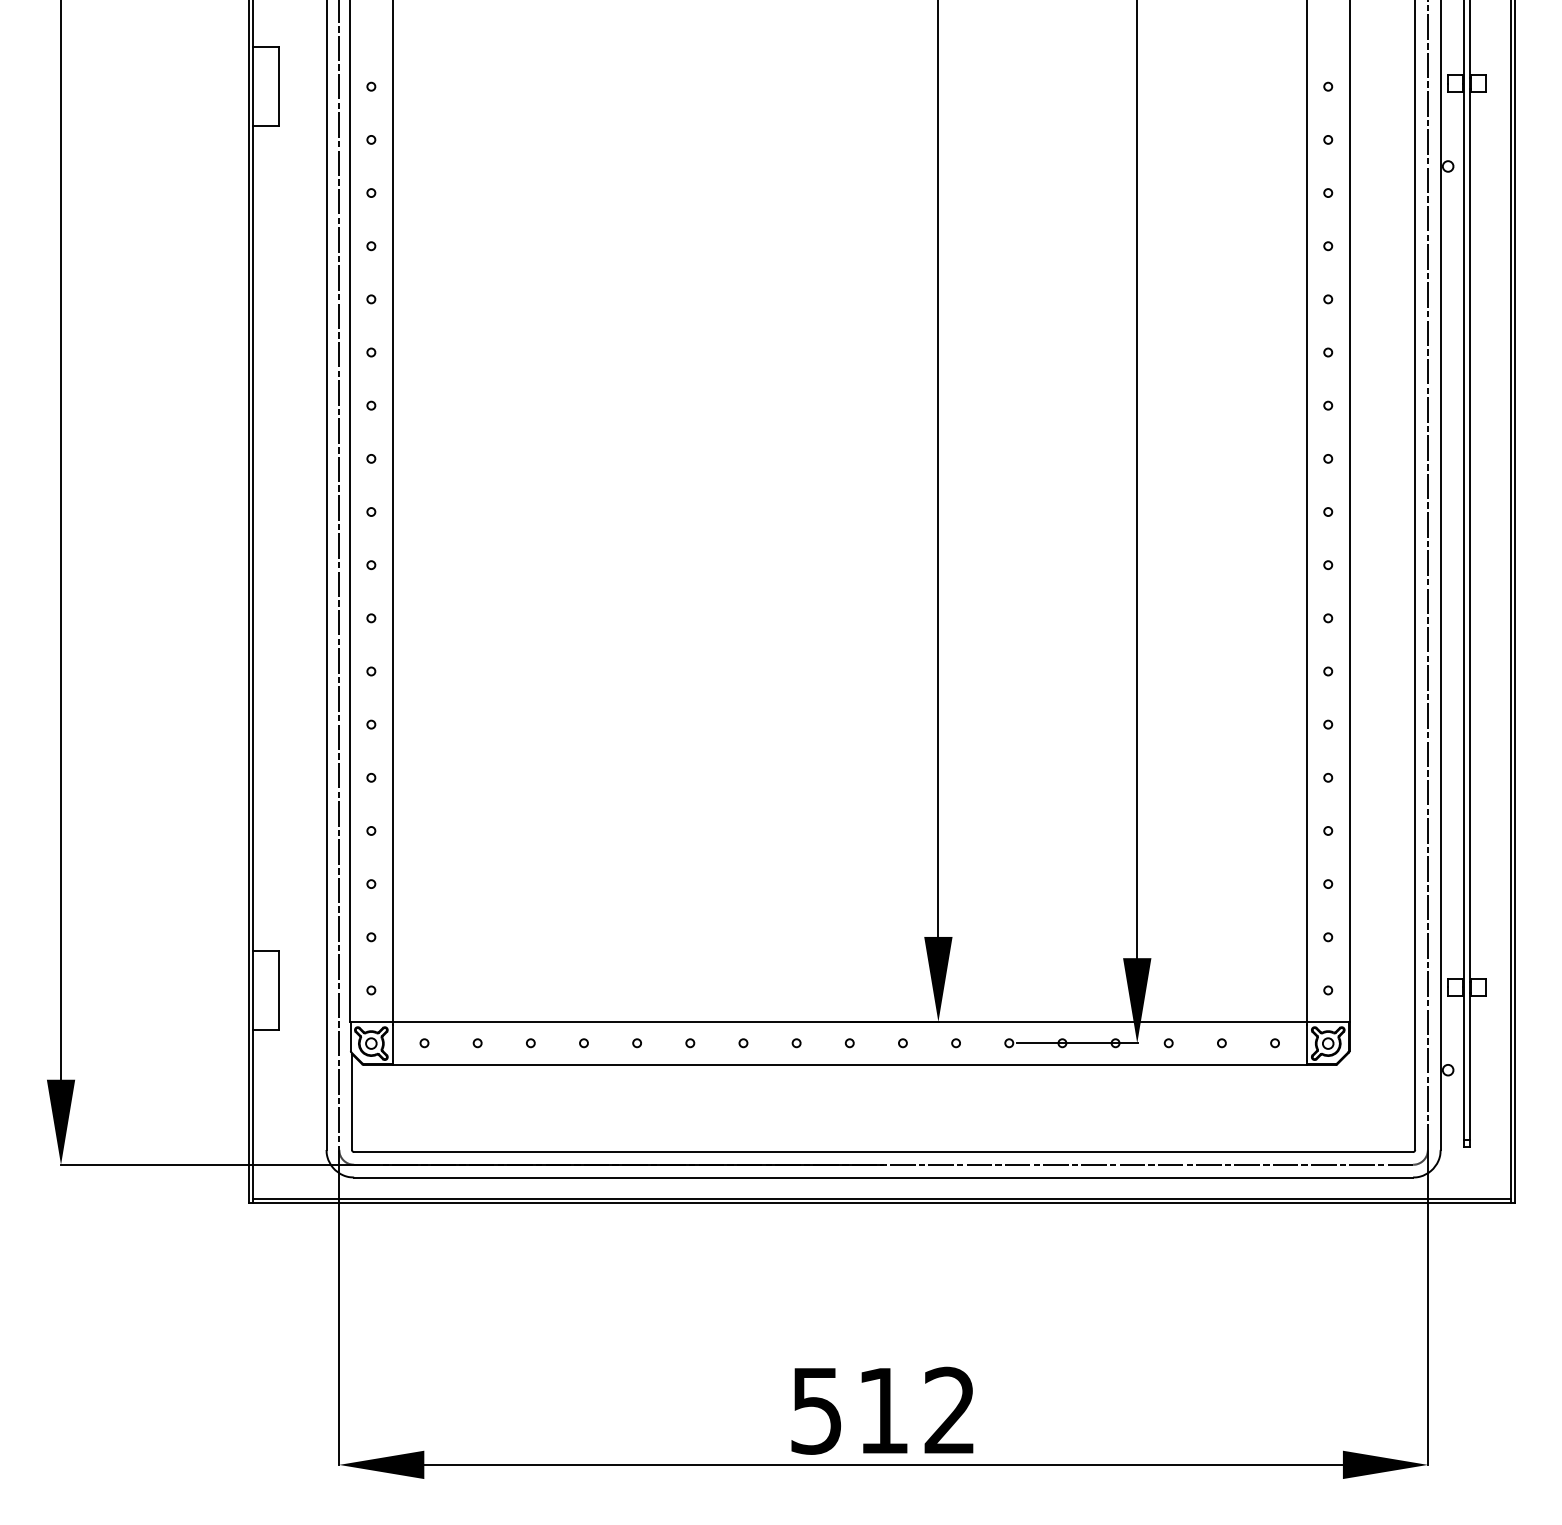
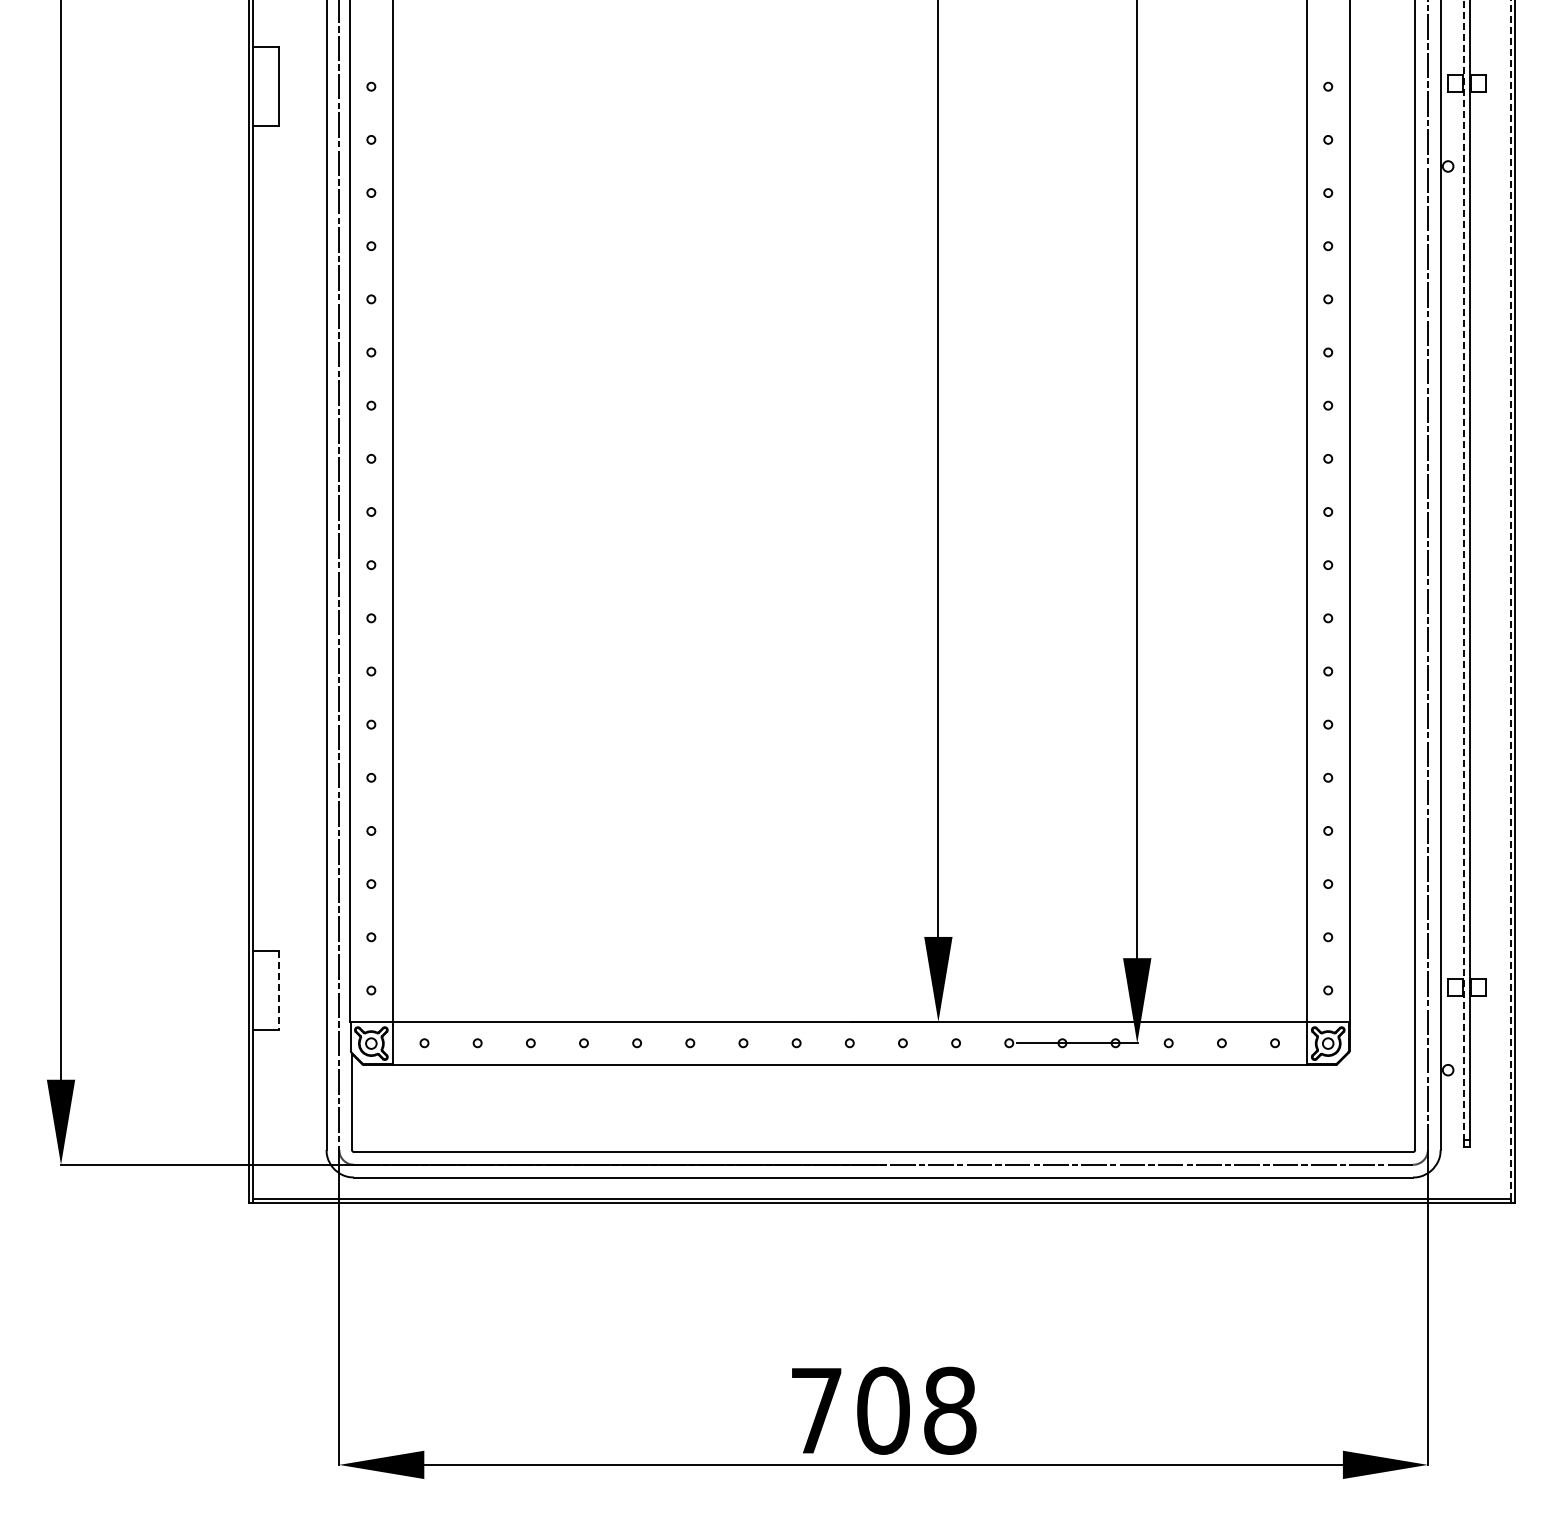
line at (1463, 570): solid -> dashed
line at (1510, 599): solid -> dashed
line at (278, 990): solid -> dashed
text at (883, 1410): 512 -> 708
